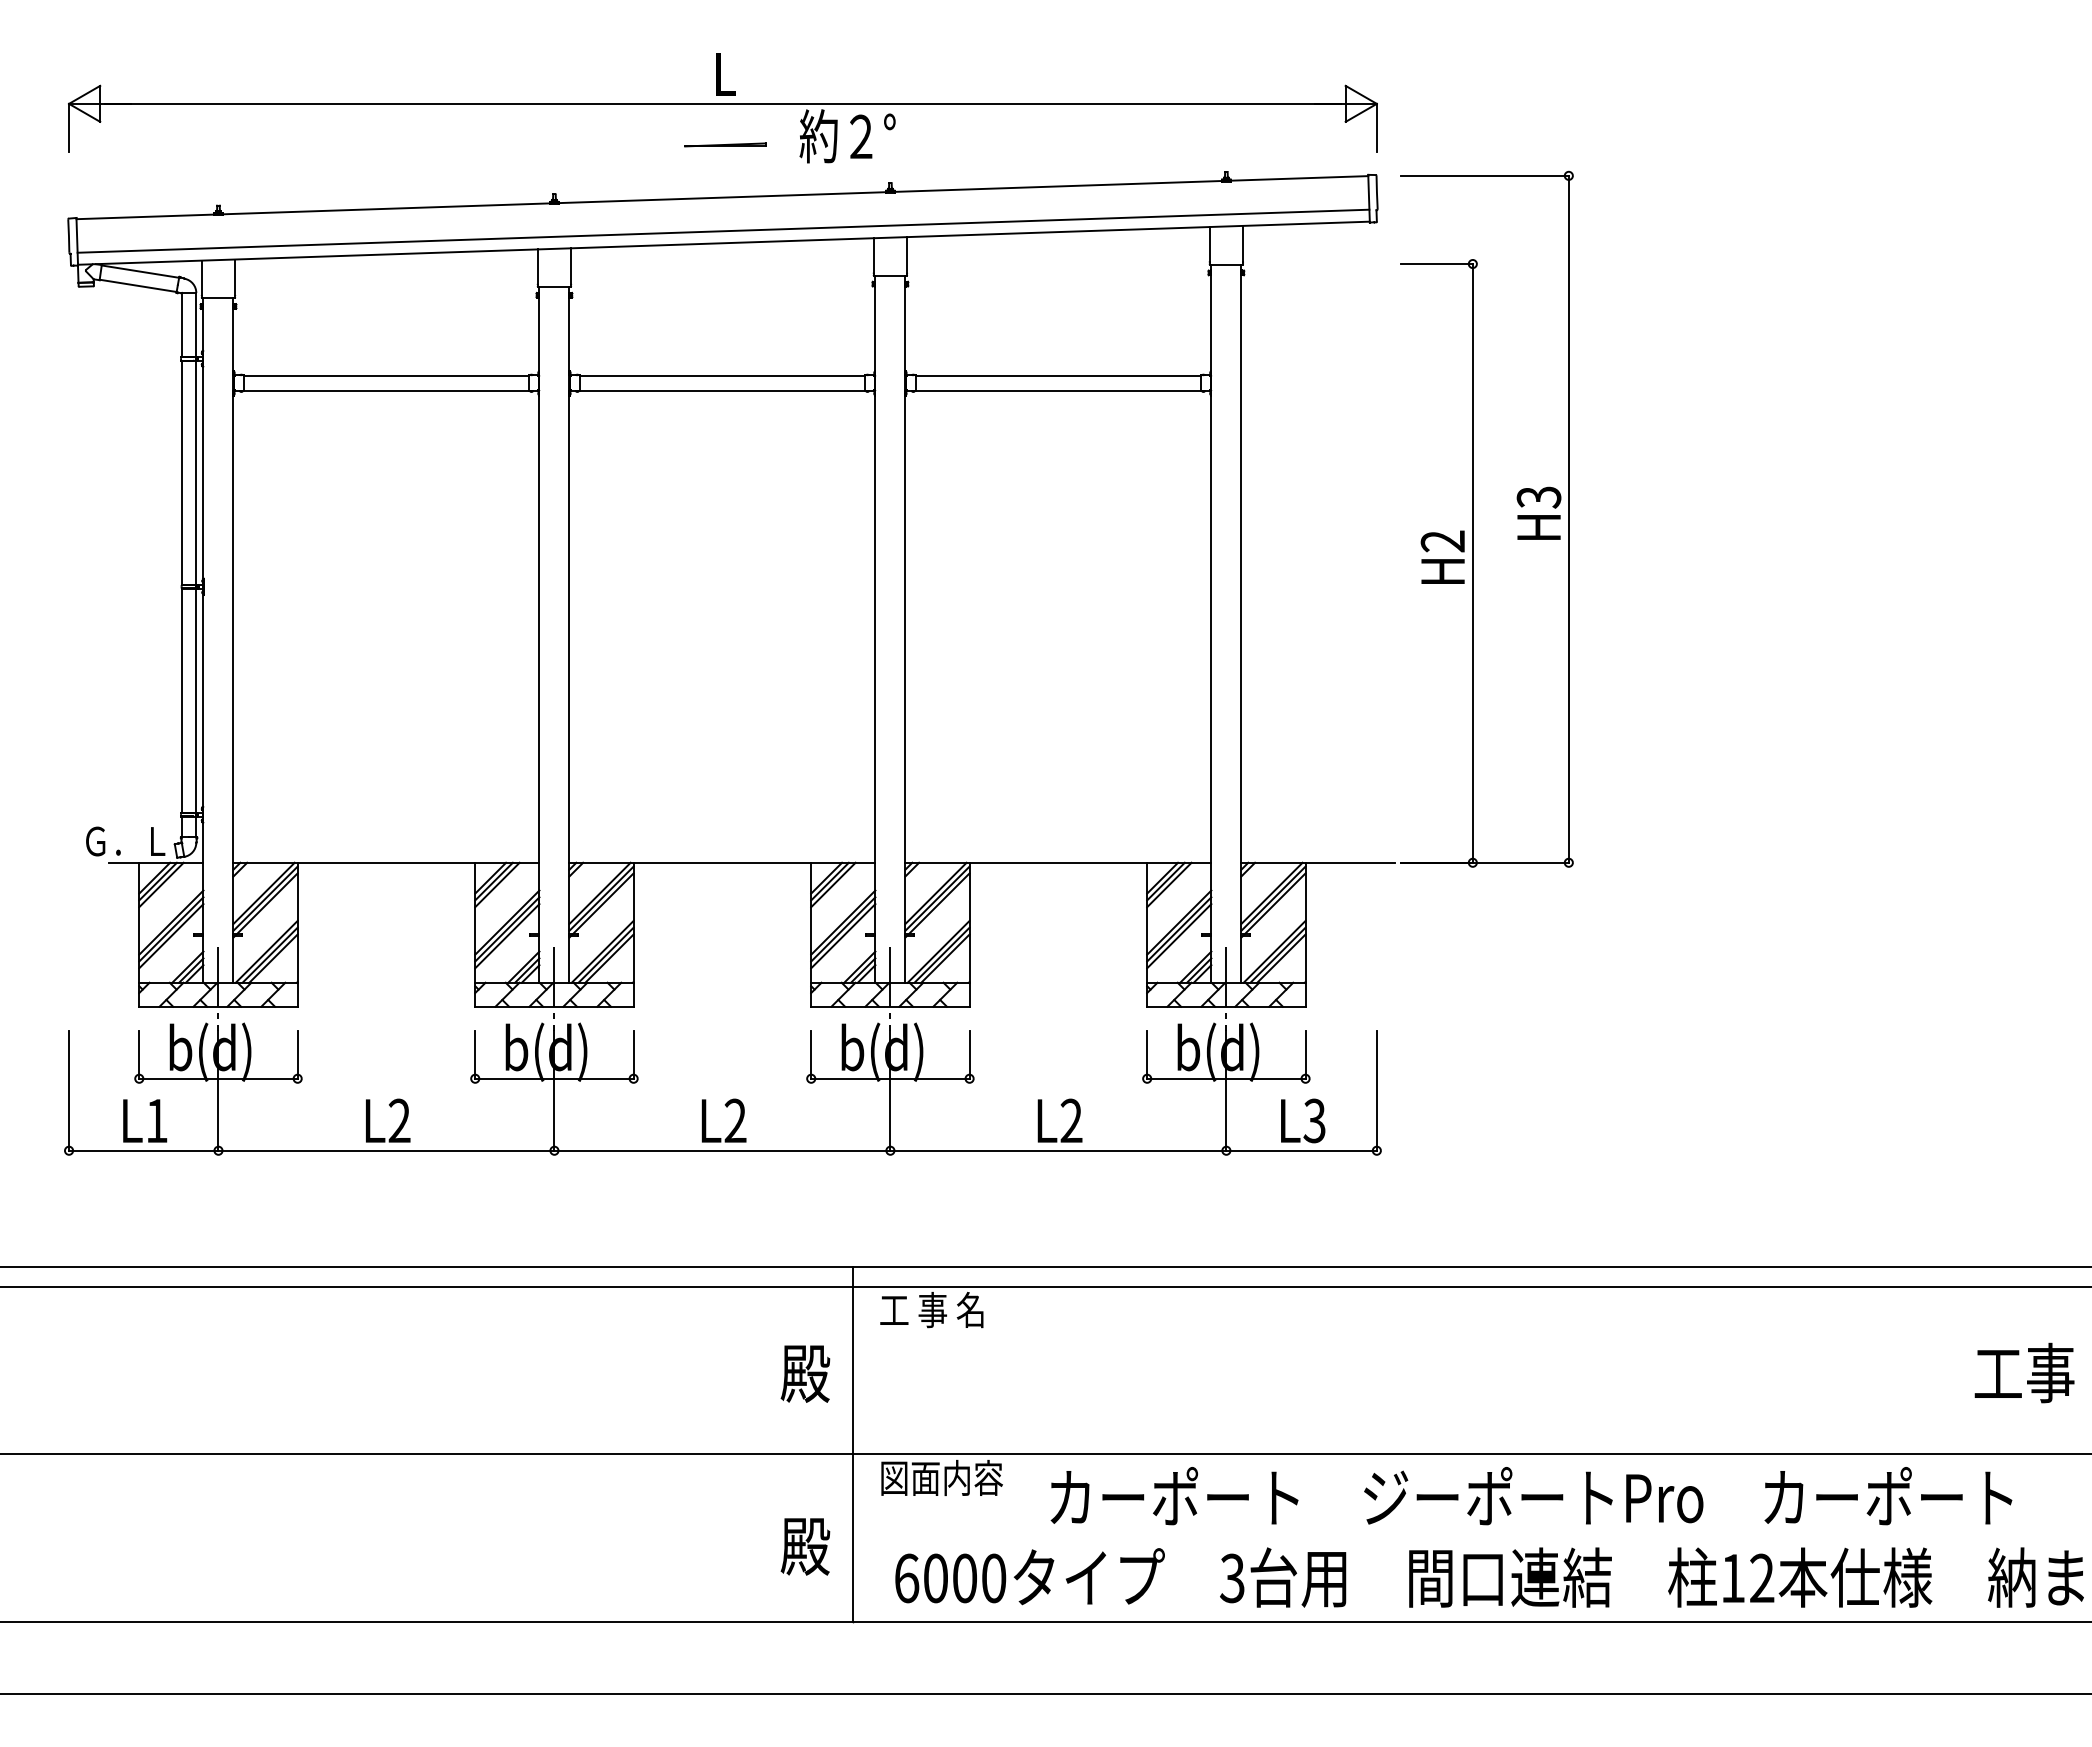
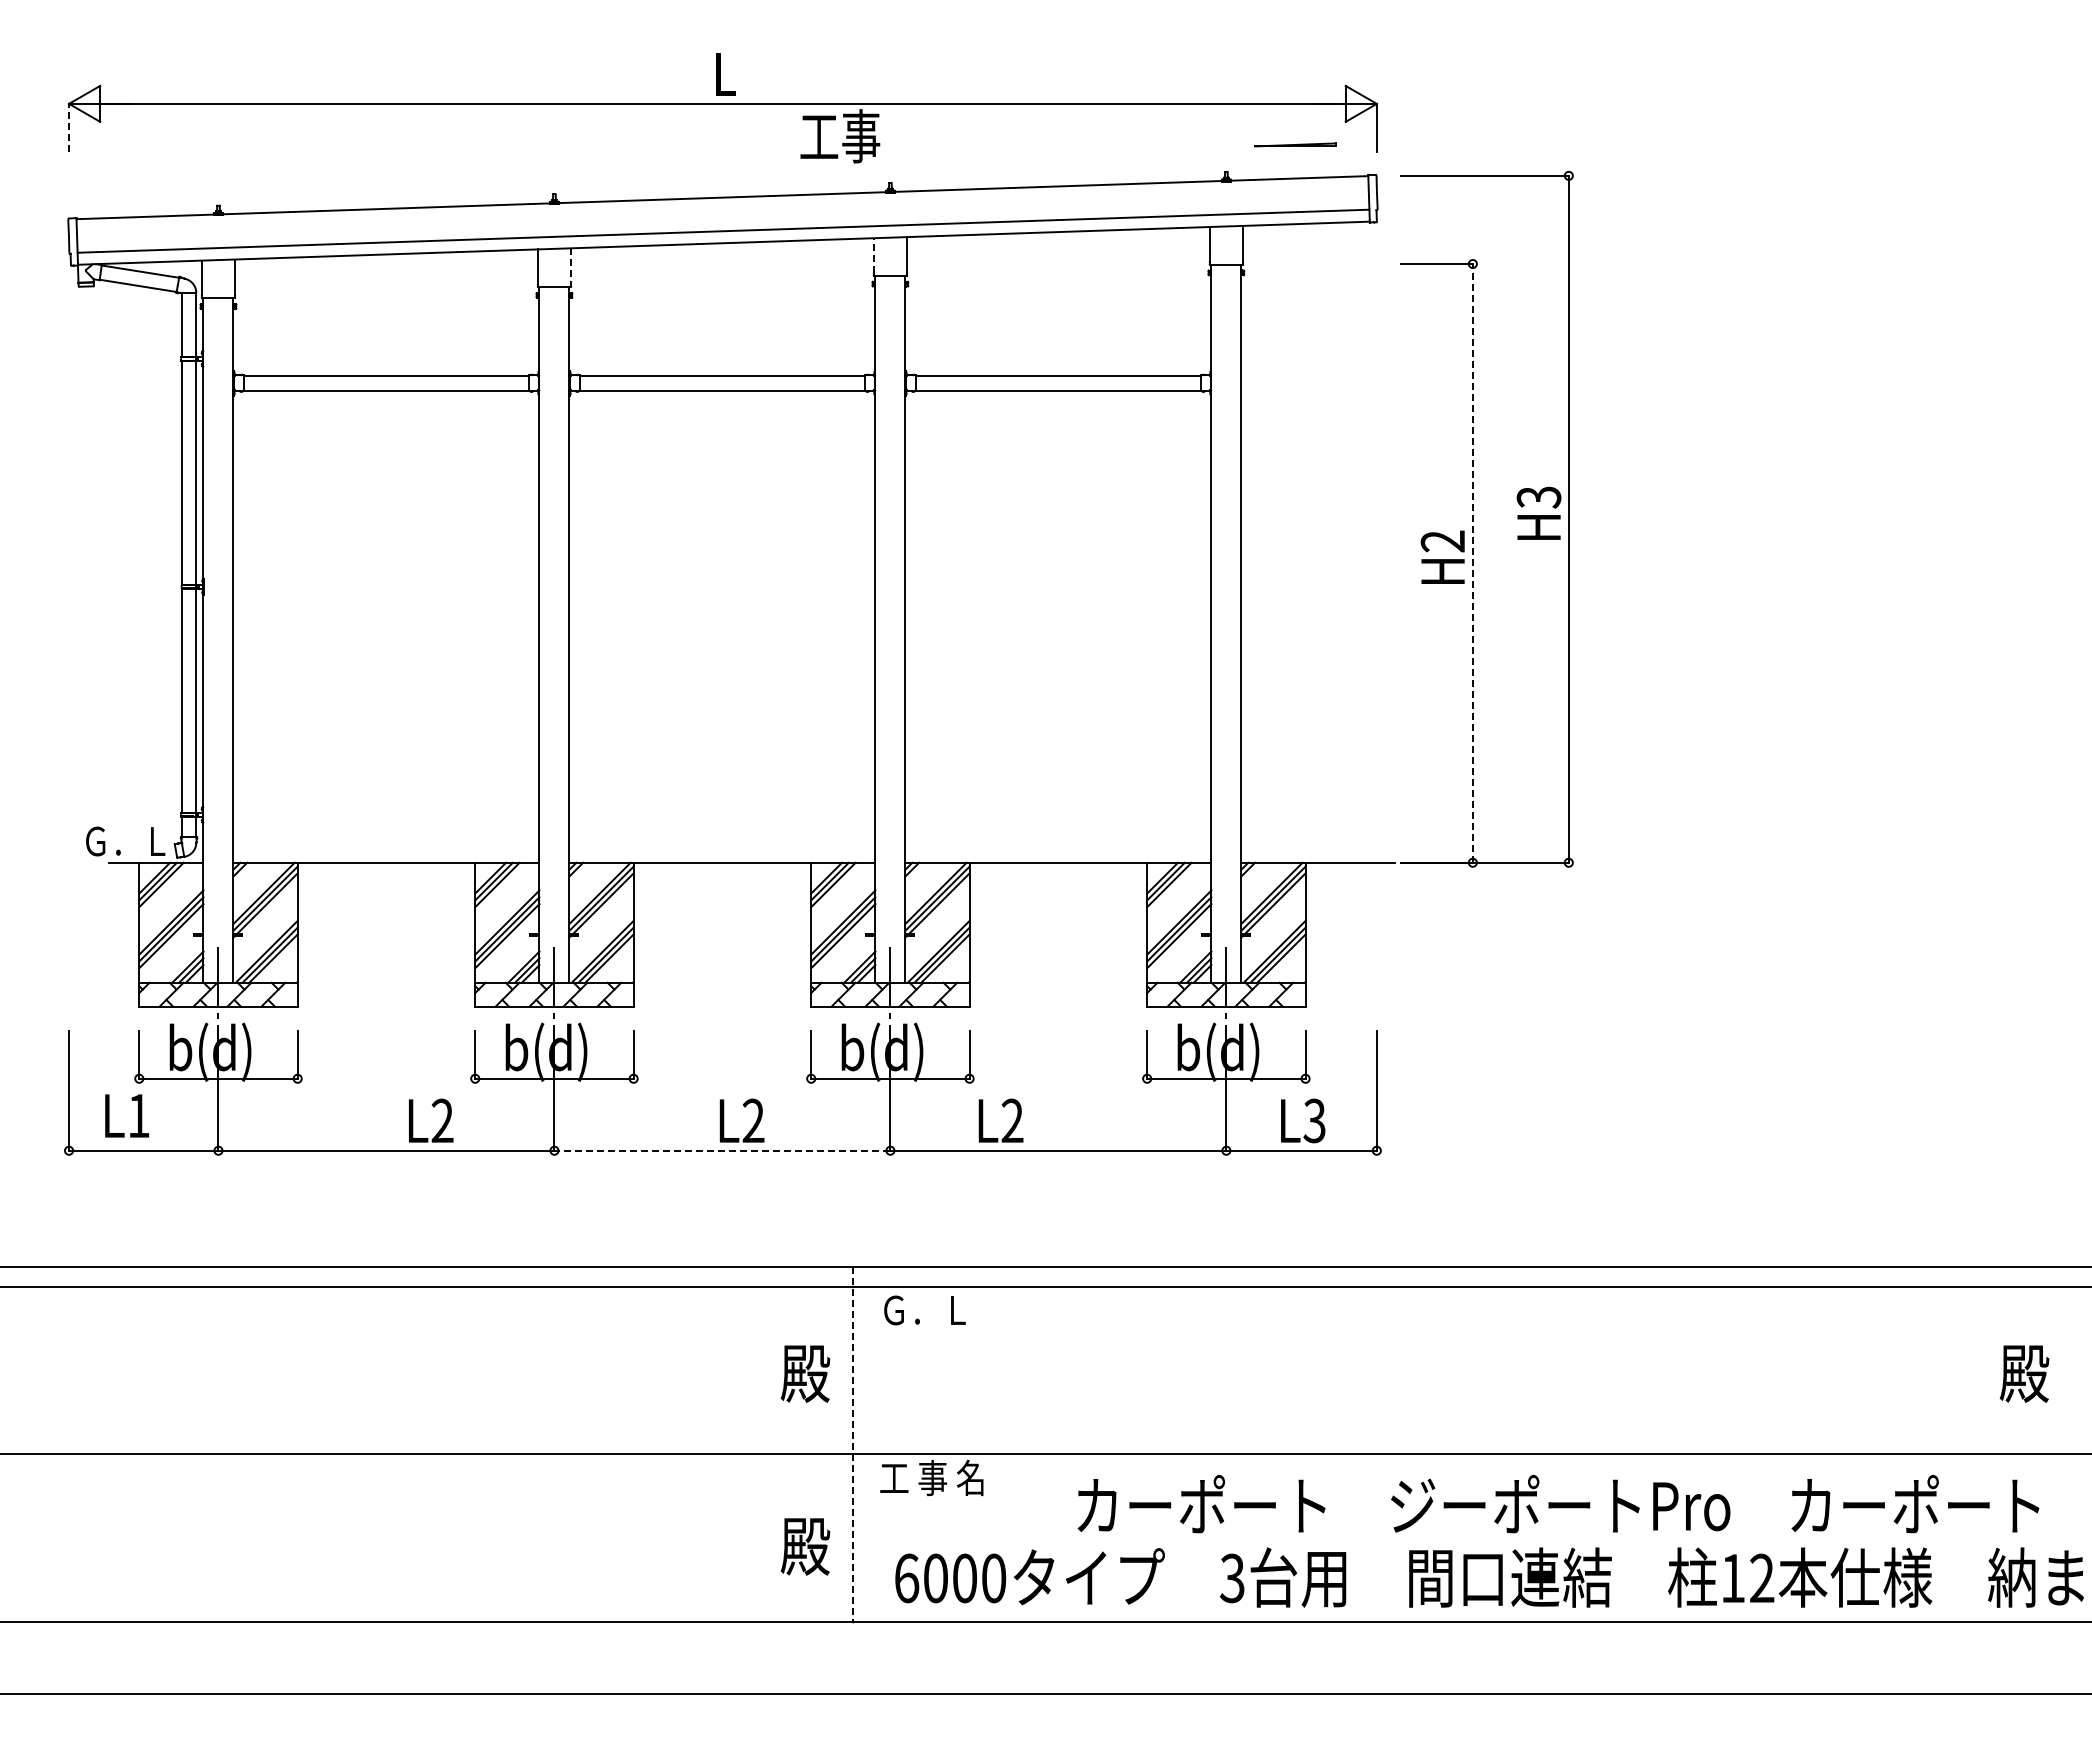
line at (69, 127): solid -> dashed
text at (847, 136): 約２° -> 工事
line at (725, 144) position: (725, 144) -> (1295, 144)
line at (874, 255): solid -> dashed
line at (570, 266): solid -> dashed
line at (1472, 562): solid -> dashed
text at (145, 1120) position: (145, 1120) -> (127, 1115)
text at (388, 1120) position: (388, 1120) -> (431, 1120)
text at (723, 1120) position: (723, 1120) -> (741, 1120)
text at (1059, 1120) position: (1059, 1120) -> (1000, 1120)
line at (722, 1150): solid -> dashed
text at (931, 1309): 工 事 名 -> Ｇ．Ｌ
text at (2024, 1372): 工事 -> 殿
line at (853, 1444): solid -> dashed
text at (941, 1477): 図面内容 -> 工 事 名
text at (1531, 1496) position: (1531, 1496) -> (1558, 1504)
